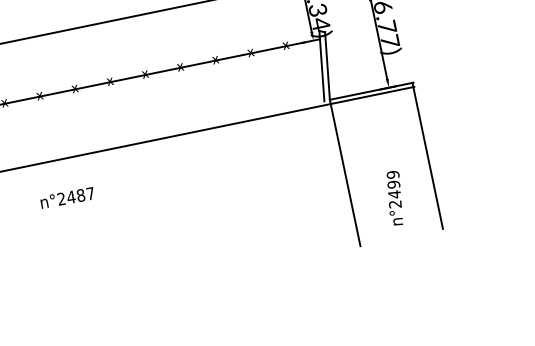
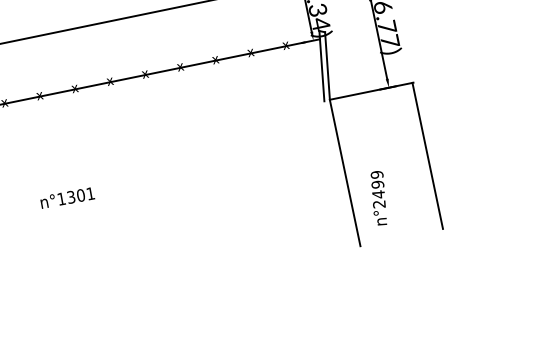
line at (208, 128): present -> none
text at (76, 196): n°2487 -> n°1301
text at (394, 198) position: (394, 198) -> (378, 198)
